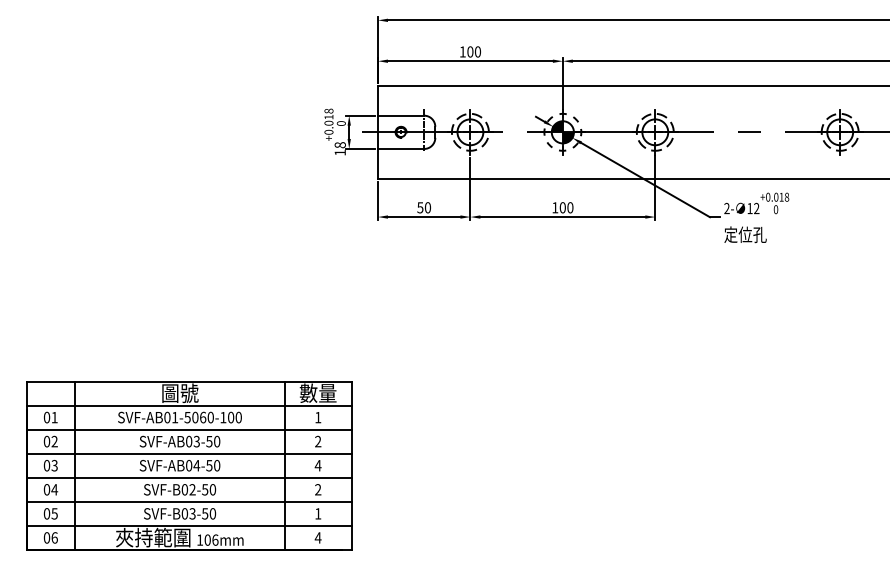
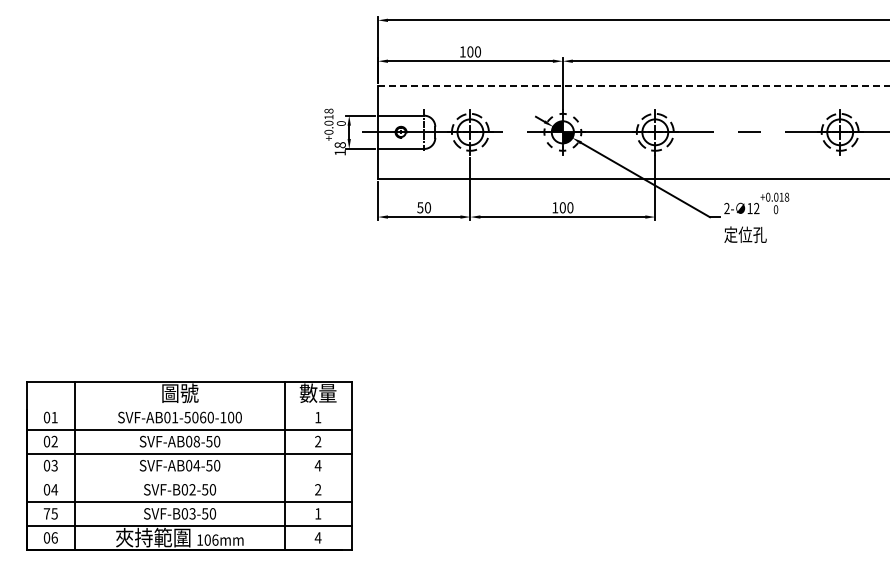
line at (633, 86): solid -> dashed
line at (188, 405): present -> none
text at (196, 441): SVF-AB03-50 -> SVF-AB08-50
line at (188, 477): present -> none
text at (46, 513): 05 -> 75
